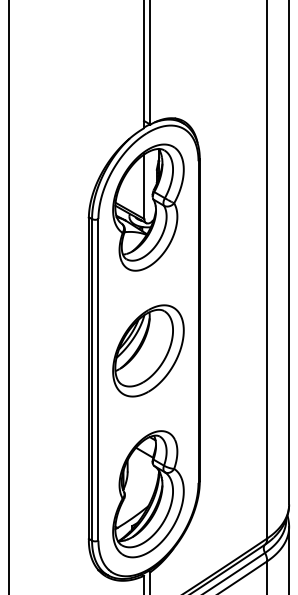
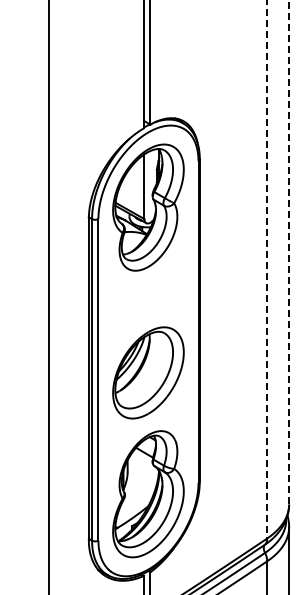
line at (289, 252): solid -> dashed
line at (267, 269): solid -> dashed
line at (8, 296) position: (8, 296) -> (48, 296)
part at (148, 350) position: (148, 350) -> (148, 372)
